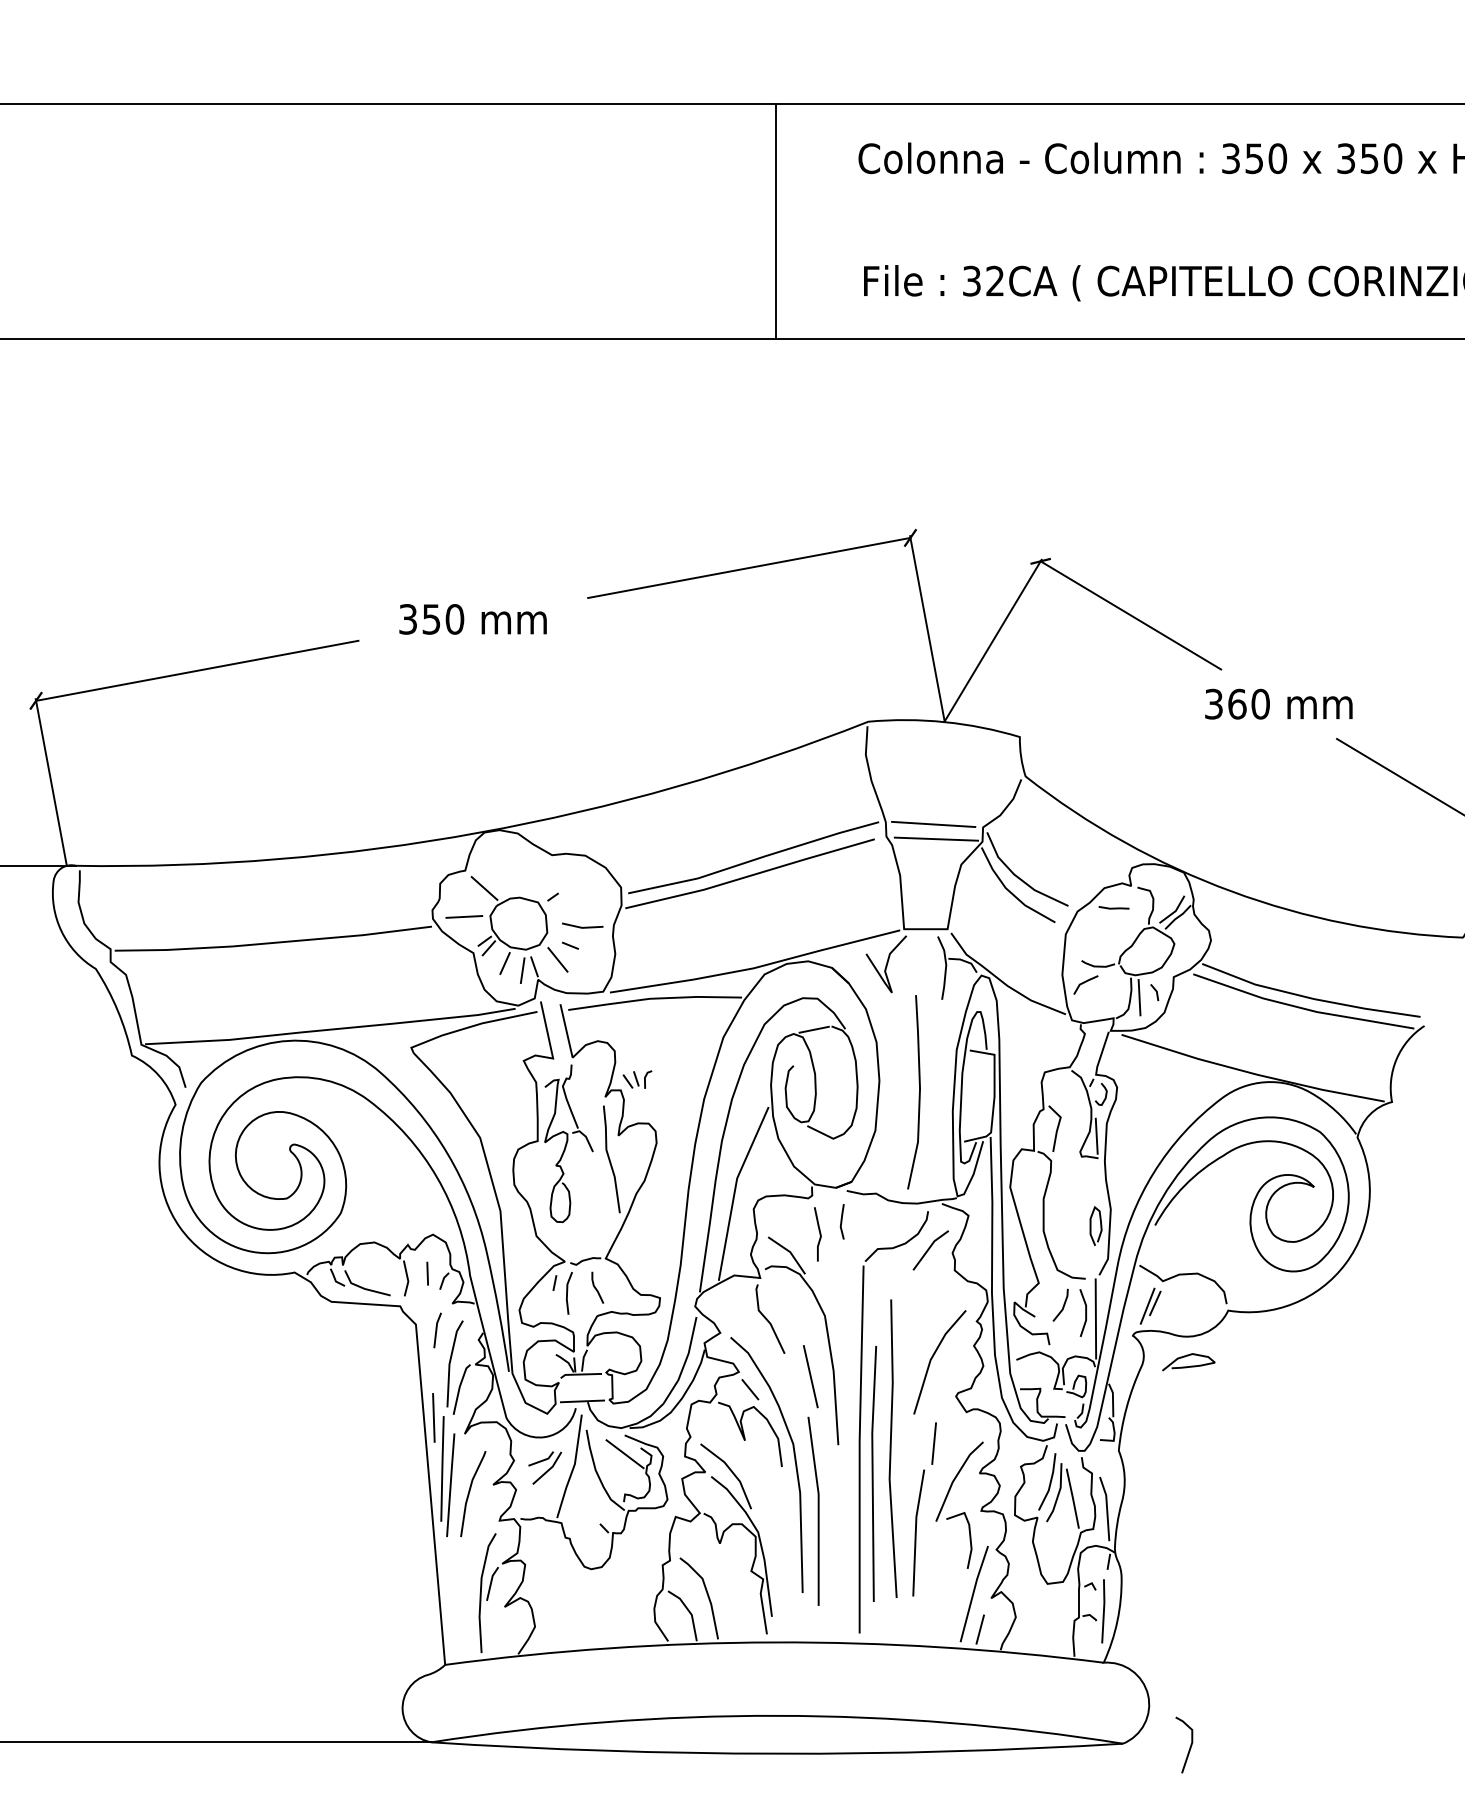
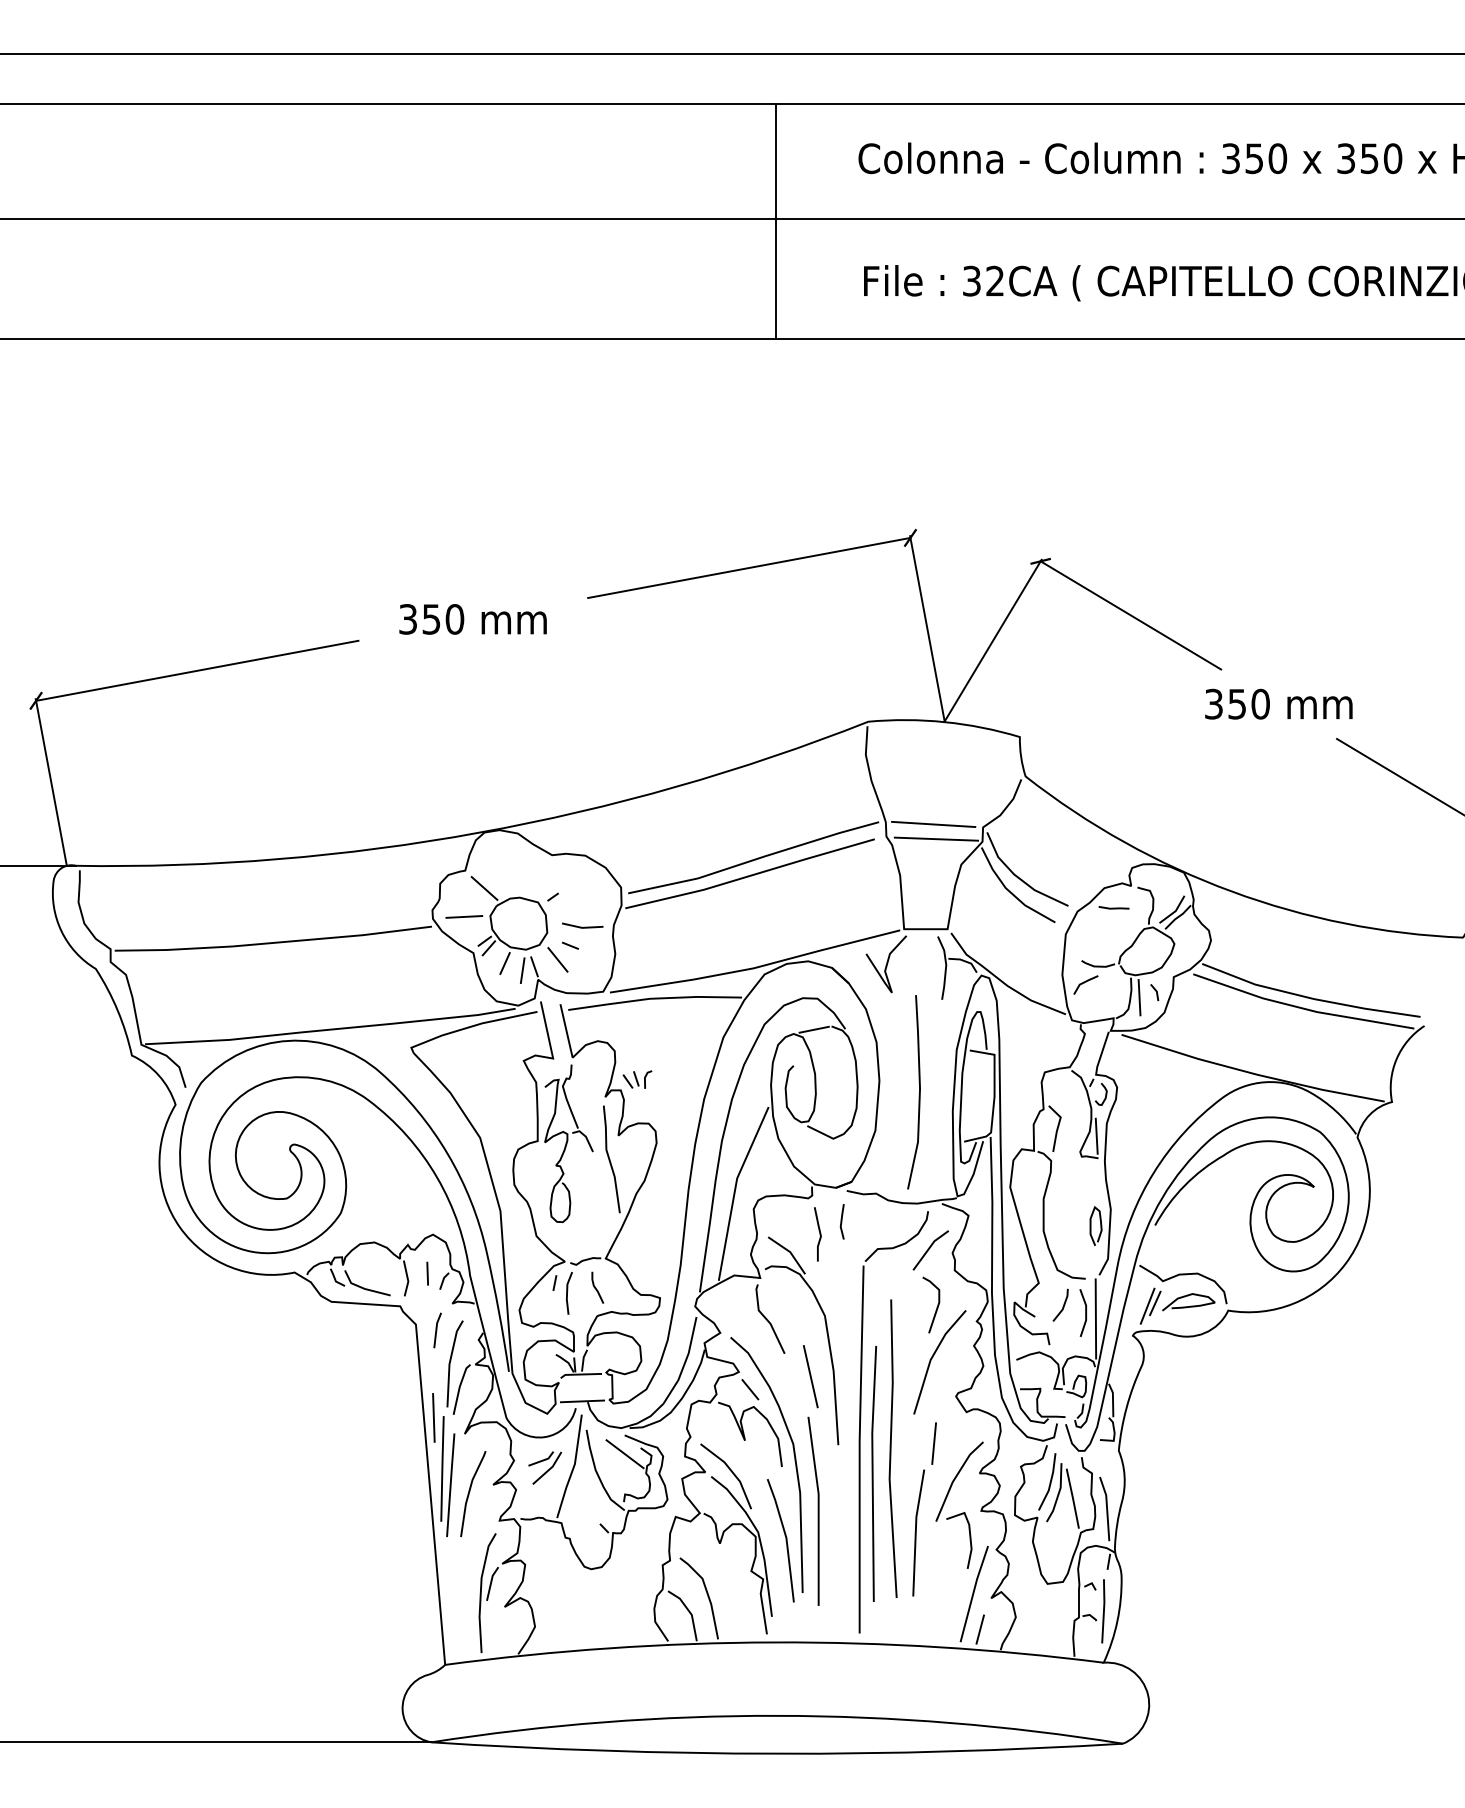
line at (731, 54): none -> present
line at (731, 218): none -> present
text at (1237, 703): 360 -> 350
curve at (1190, 1365) position: (1190, 1365) -> (1190, 1305)
line at (785, 1540): none -> present
line at (1189, 1747) position: (1189, 1747) -> (936, 1307)
